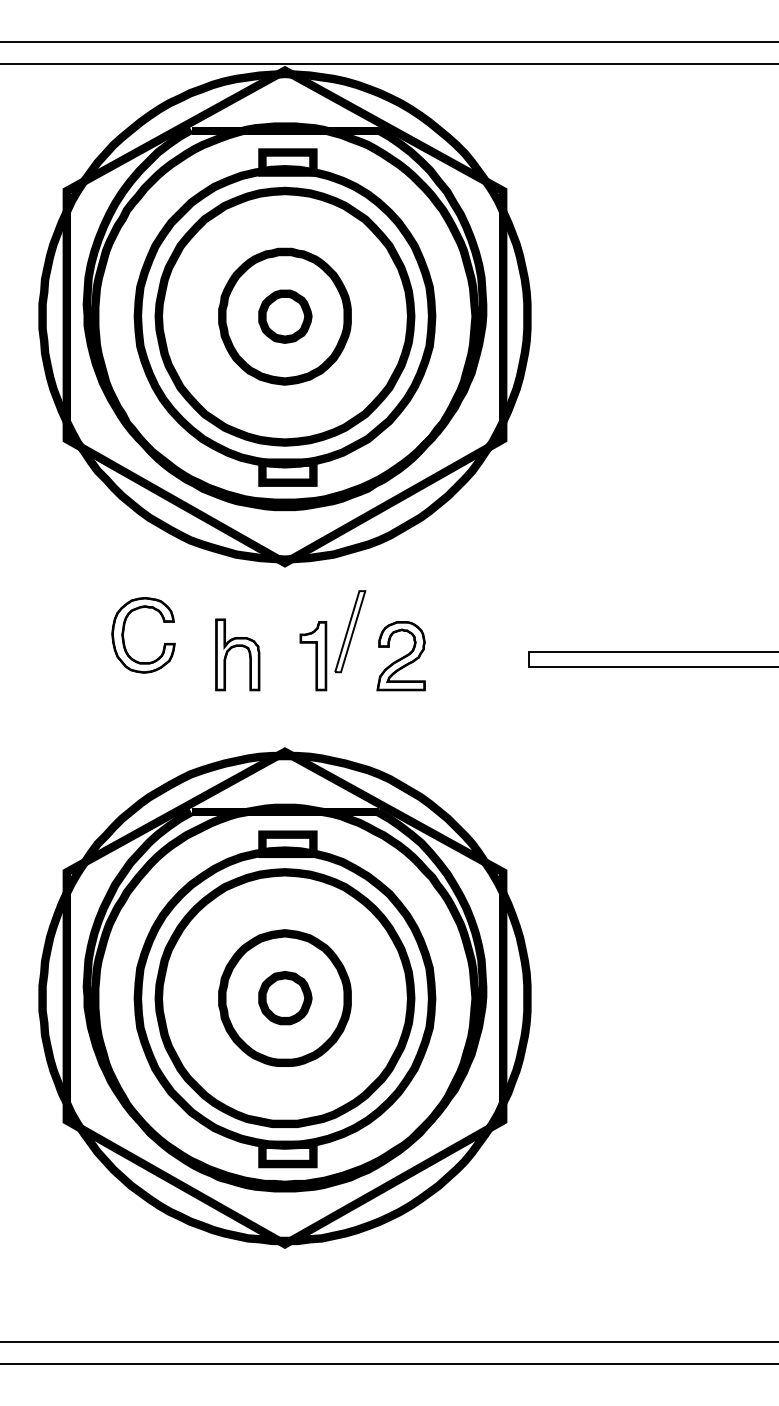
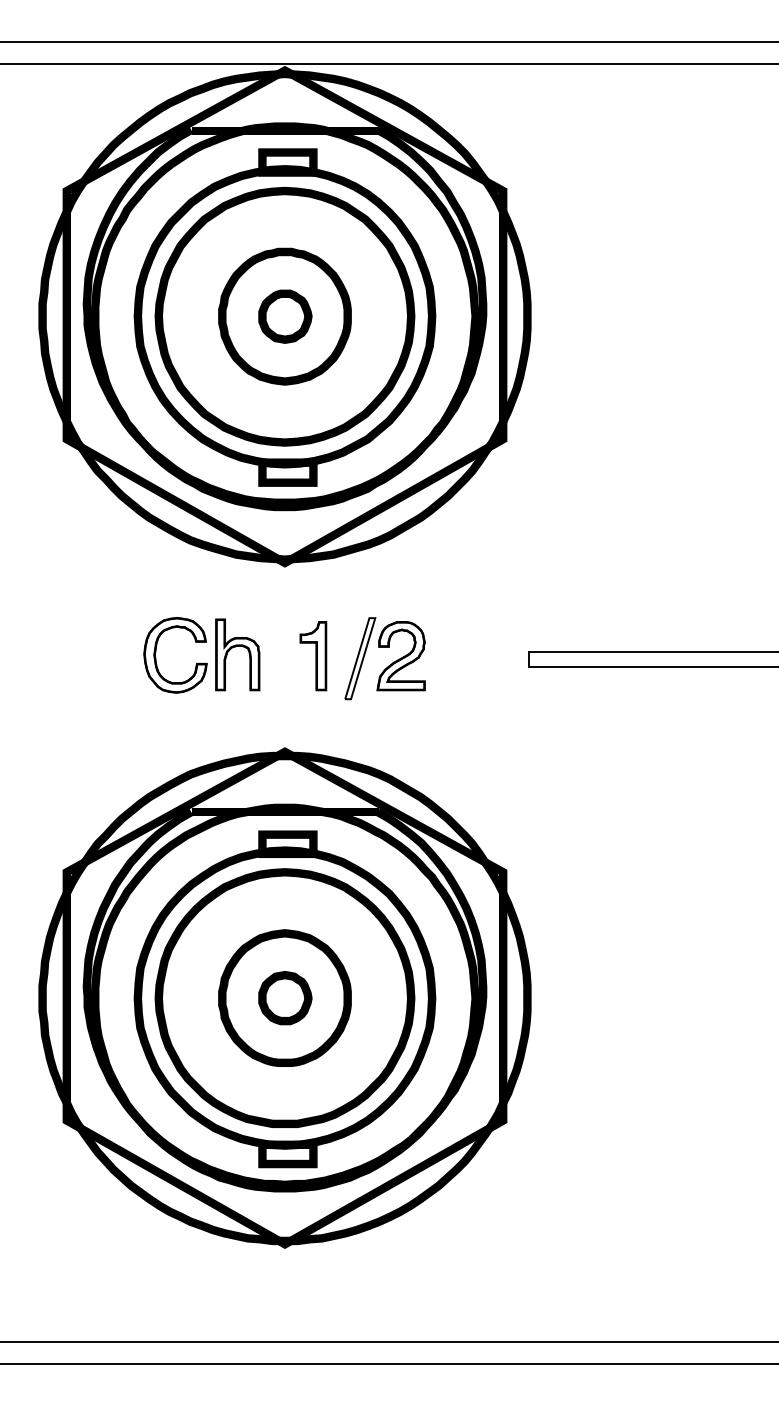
part at (350, 631) position: (350, 631) -> (360, 658)
part at (124, 637) position: (124, 637) -> (156, 657)
